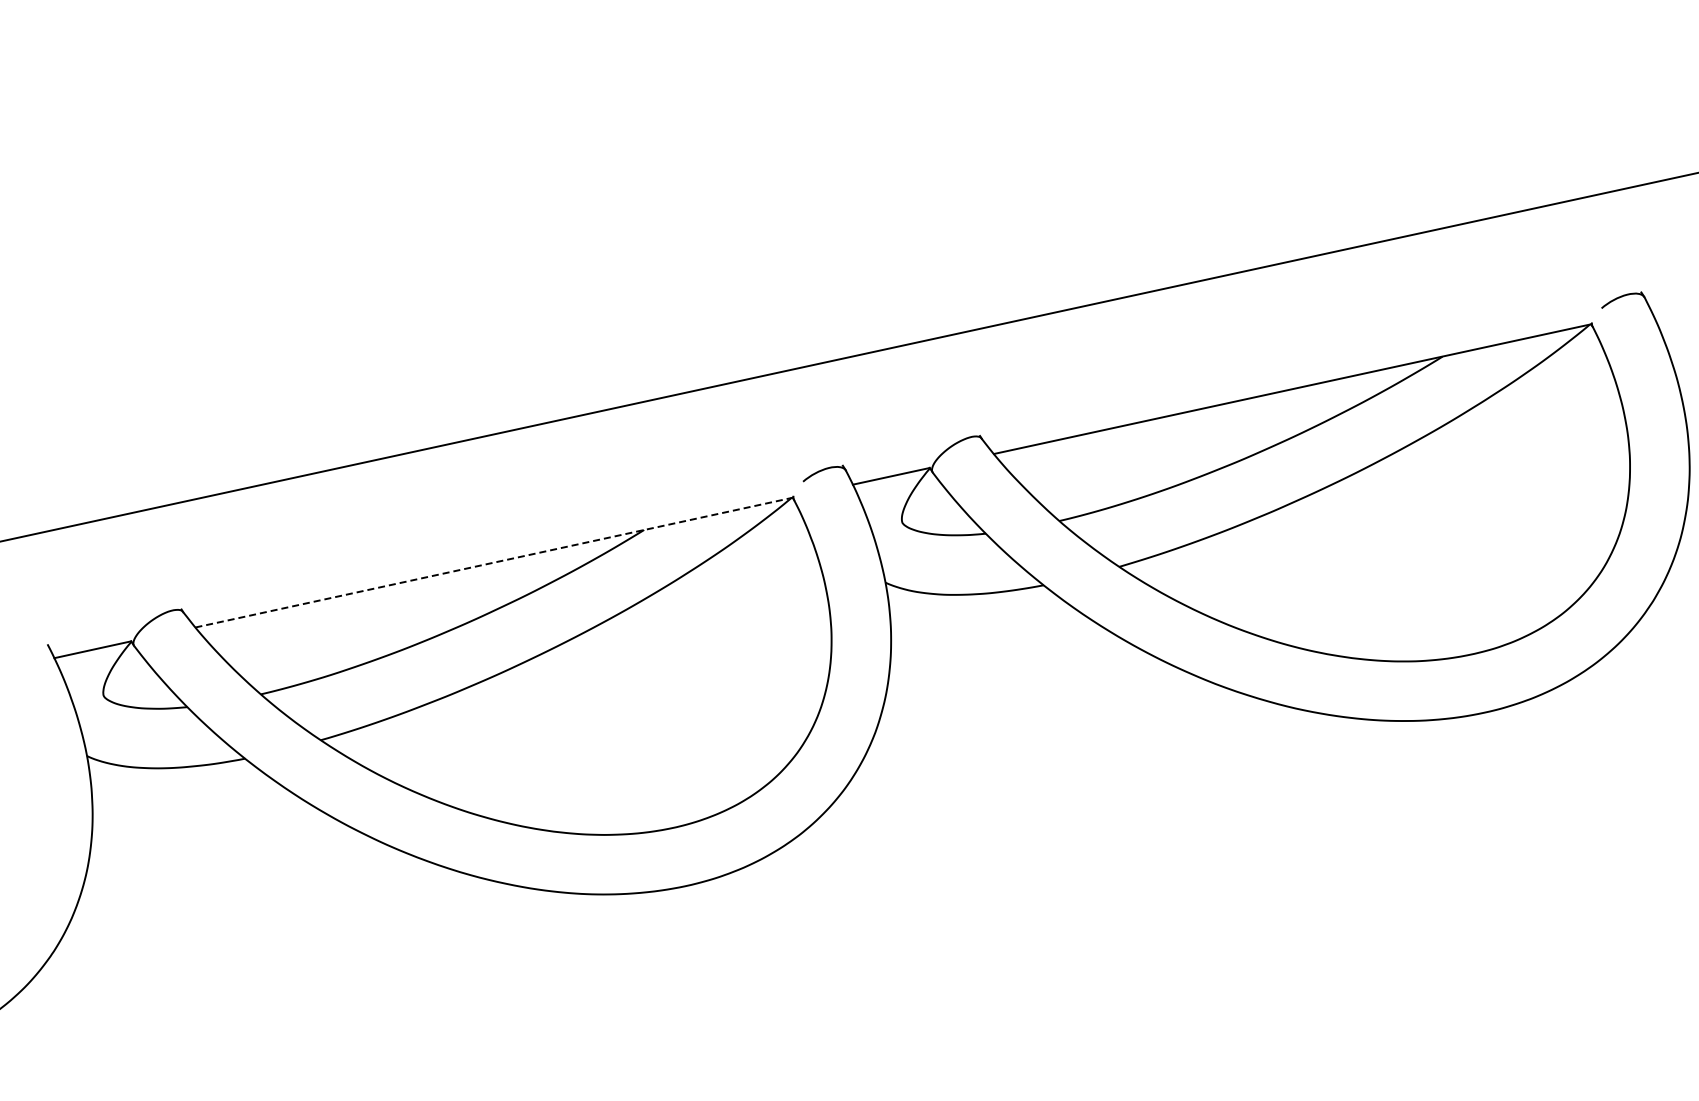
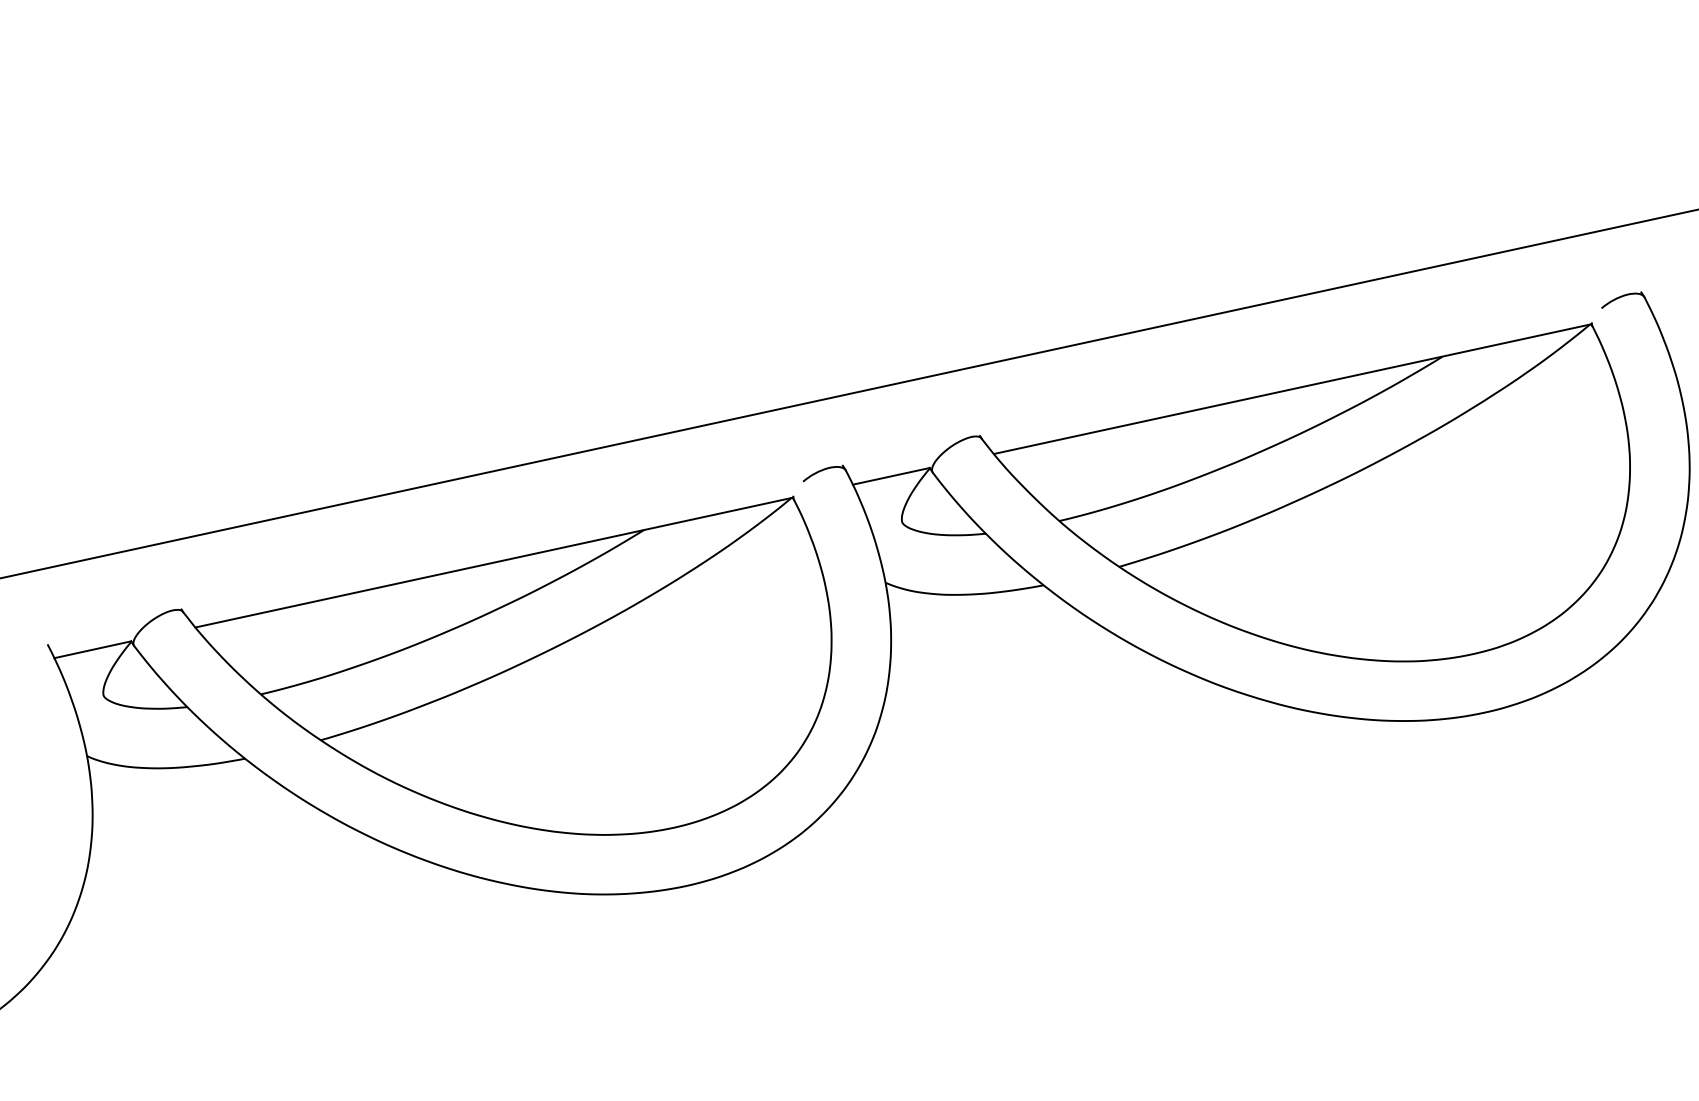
line at (848, 357) position: (848, 357) -> (848, 393)
line at (493, 562): dashed -> solid
